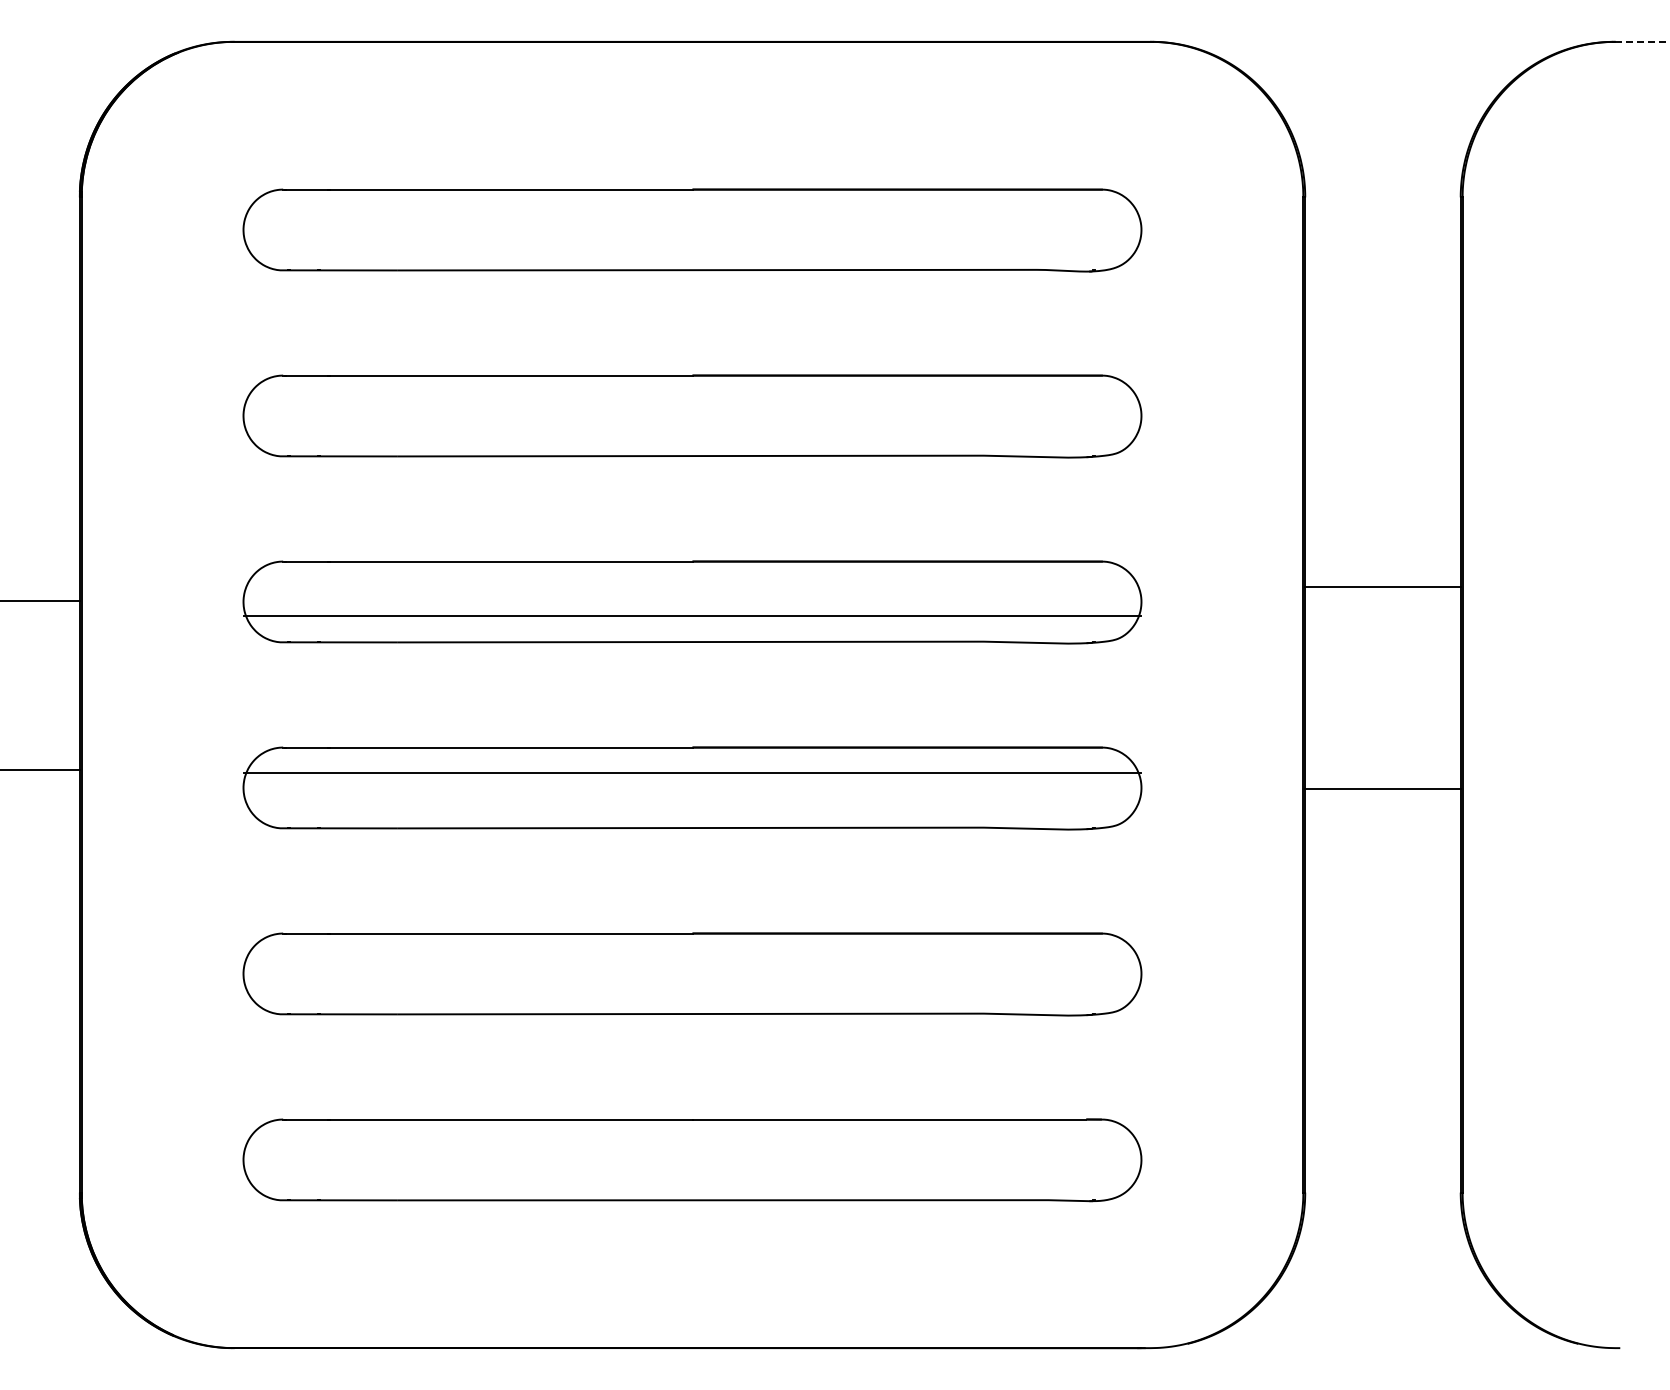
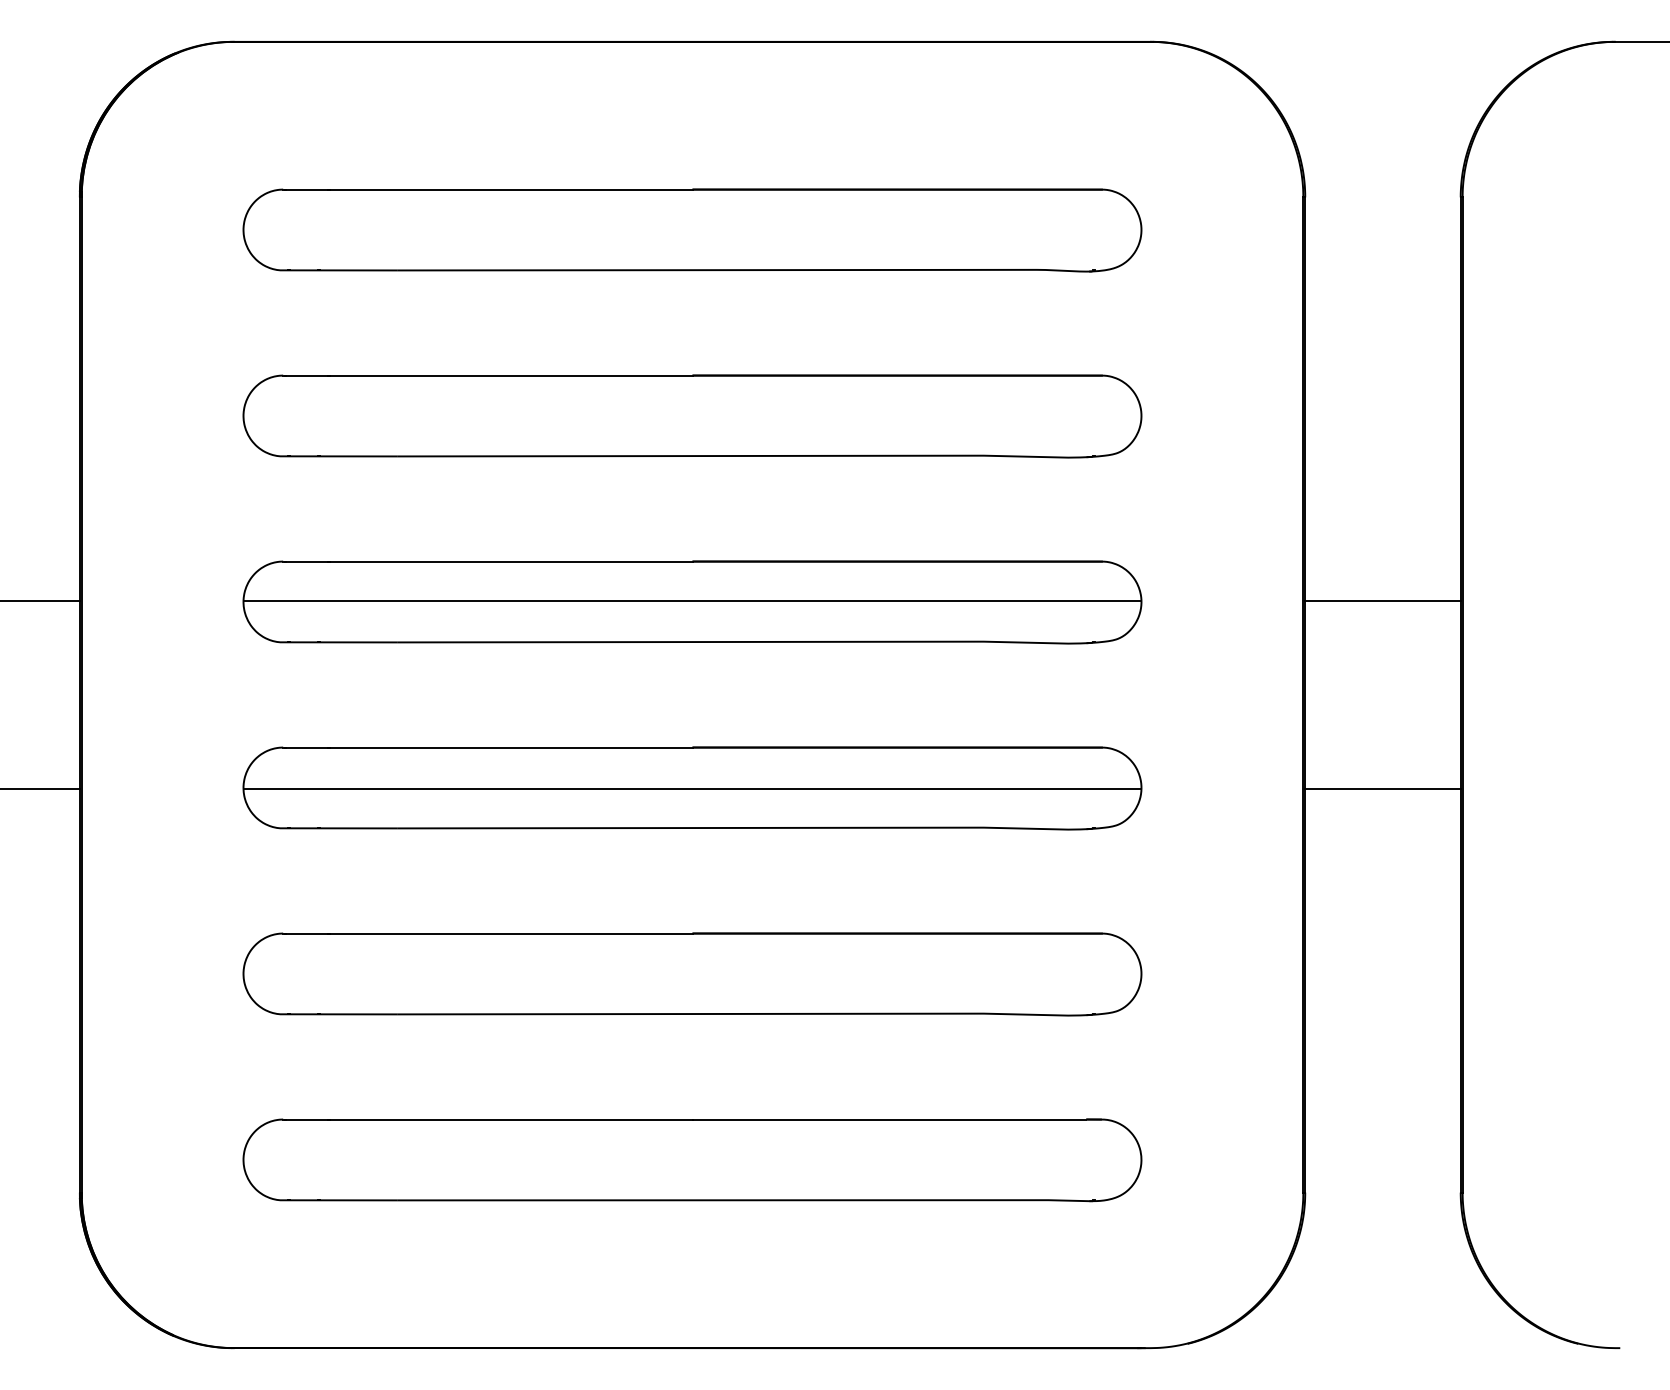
line at (1642, 41): dashed -> solid
line at (1382, 587) position: (1382, 587) -> (1382, 601)
line at (692, 616) position: (692, 616) -> (692, 601)
line at (40, 769) position: (40, 769) -> (40, 788)
line at (692, 772) position: (692, 772) -> (692, 788)
